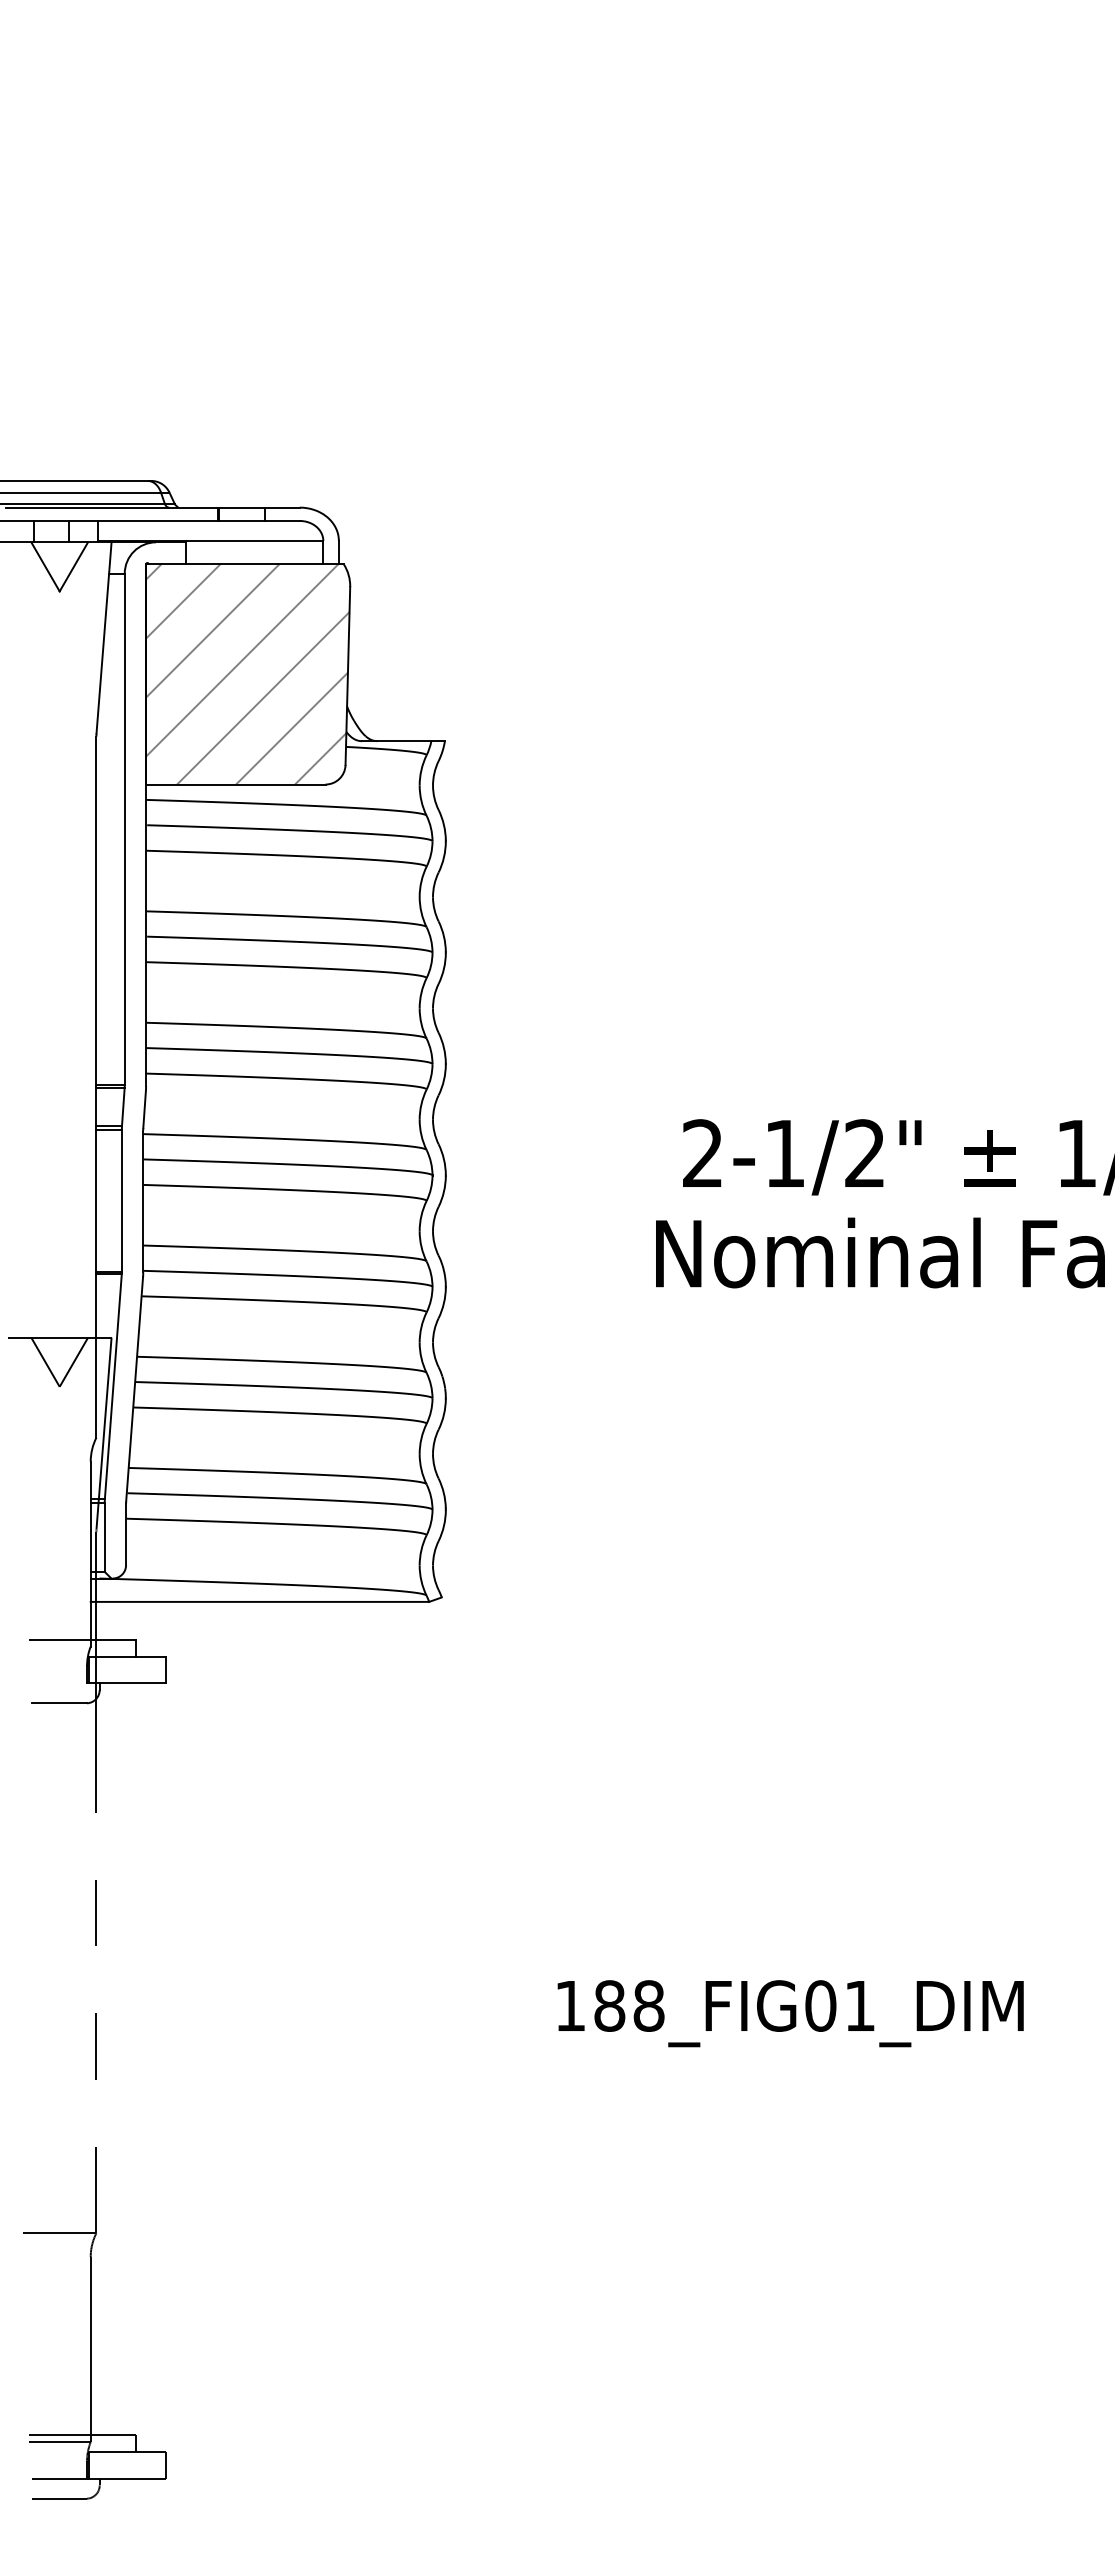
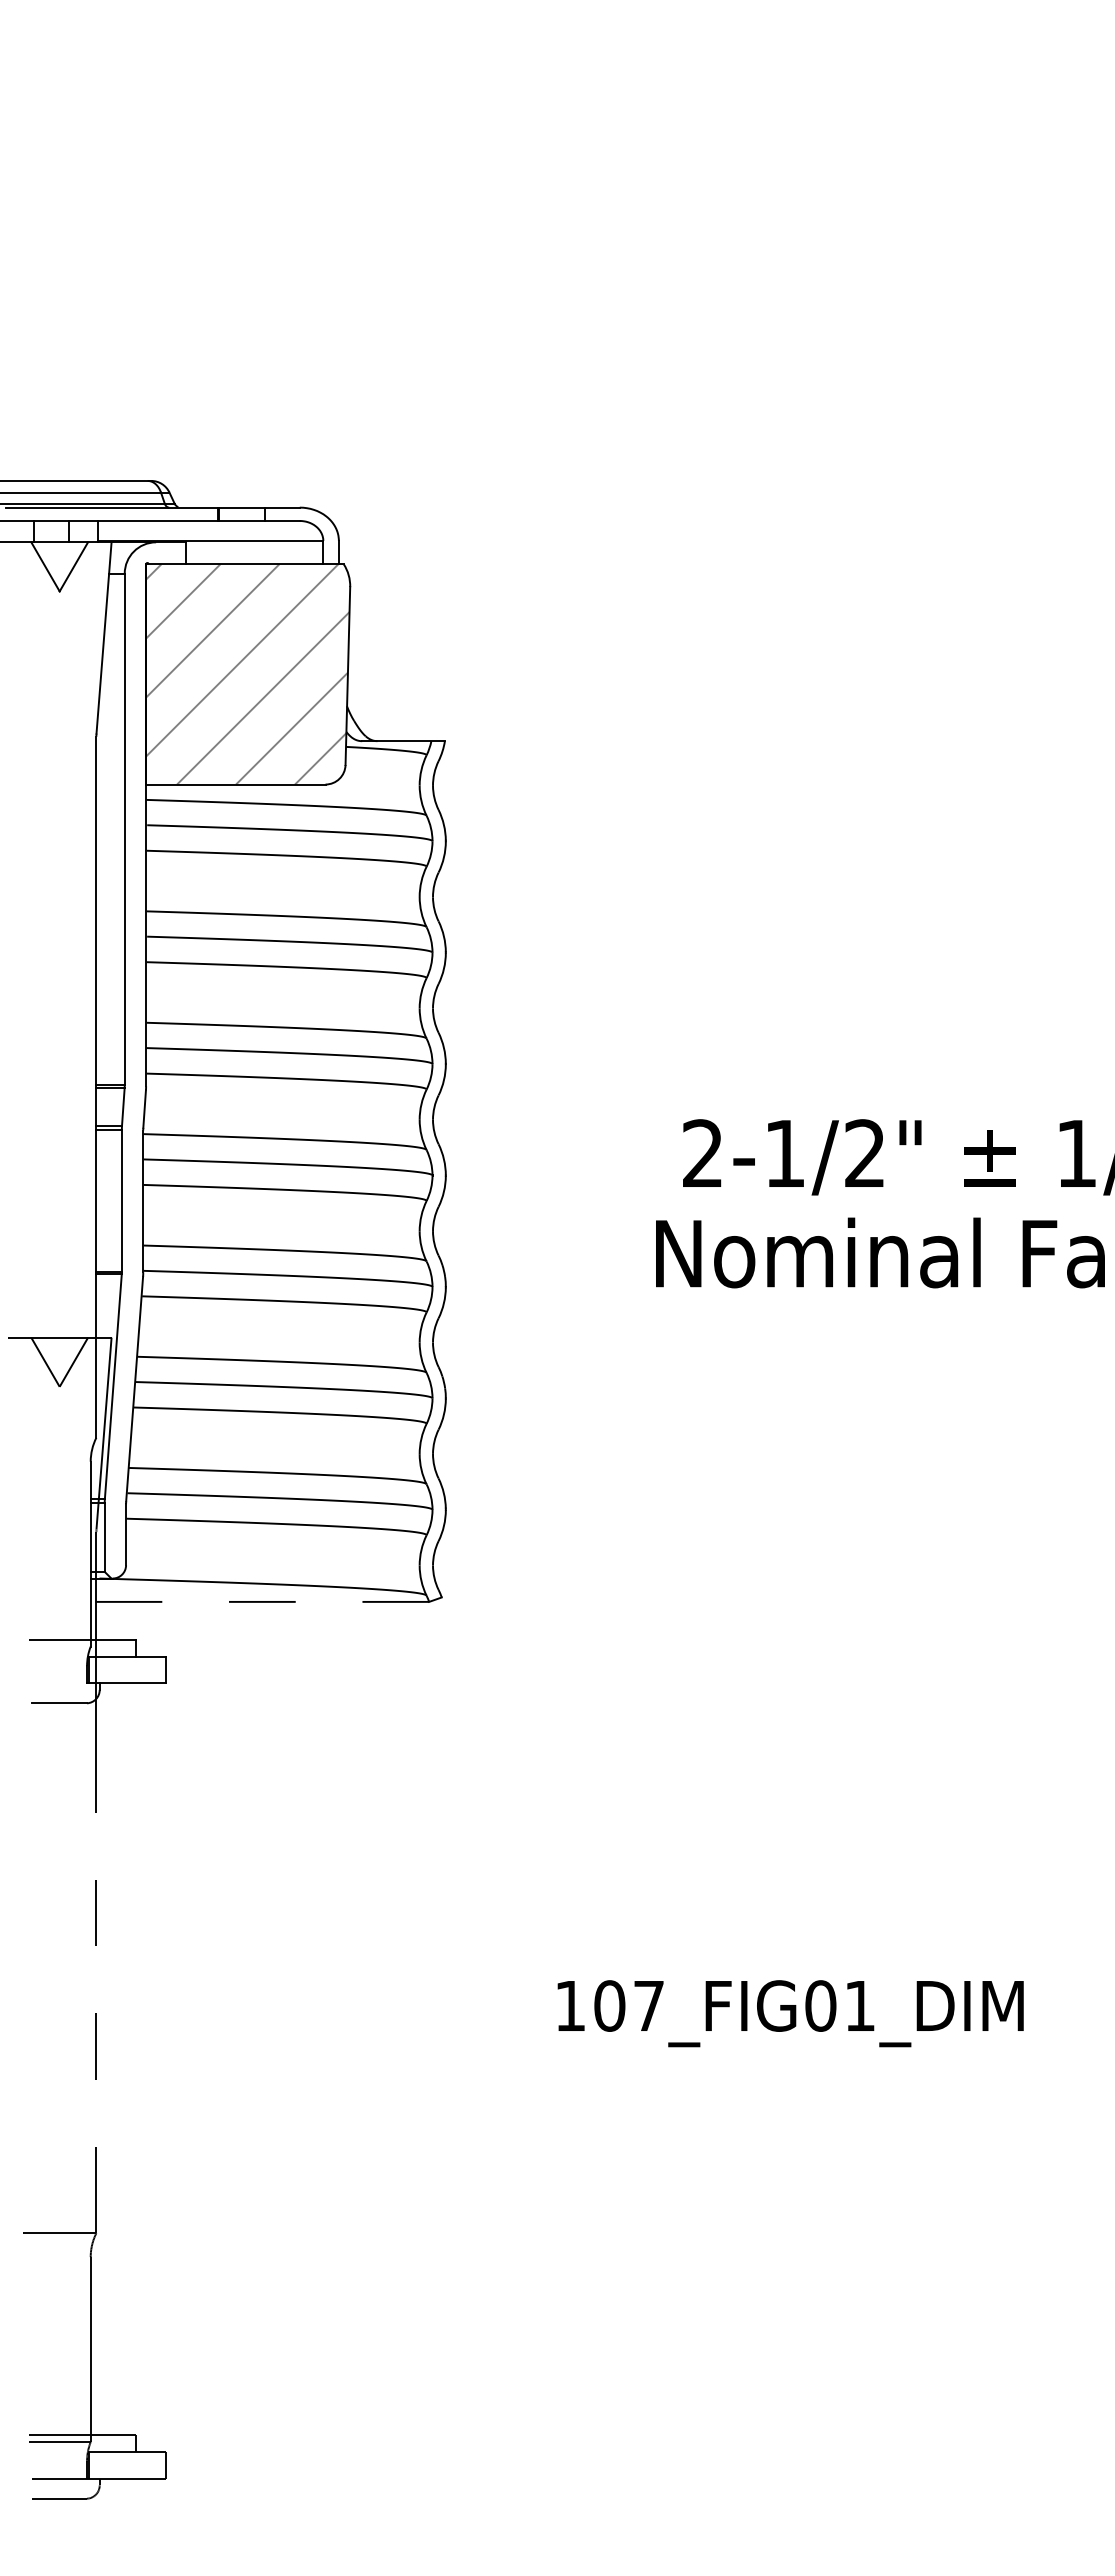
line at (259, 1601): solid -> dashed
text at (629, 2005): 188_FIG01_DIM -> 107_FIG01_DIM
